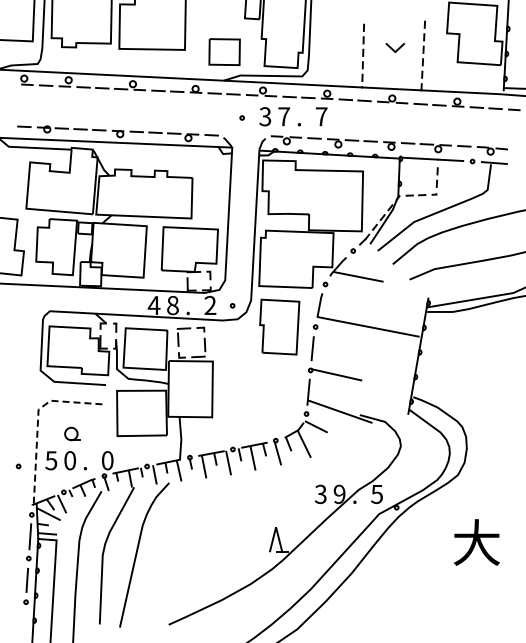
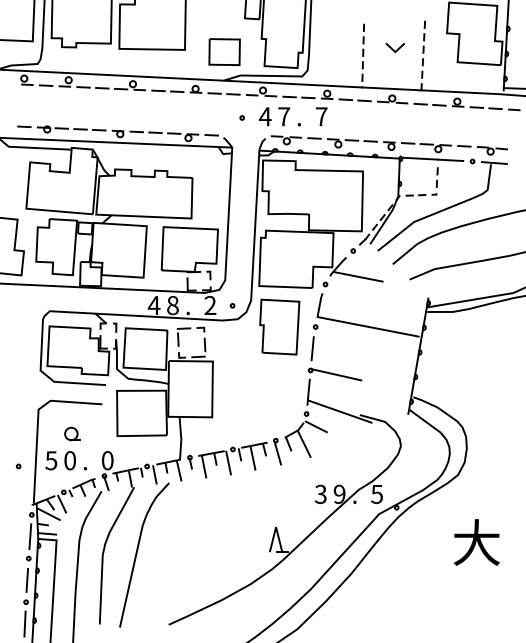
text at (265, 116): 3 -> 4
line at (37, 422): dashed -> solid
line at (24, 623): none -> present
